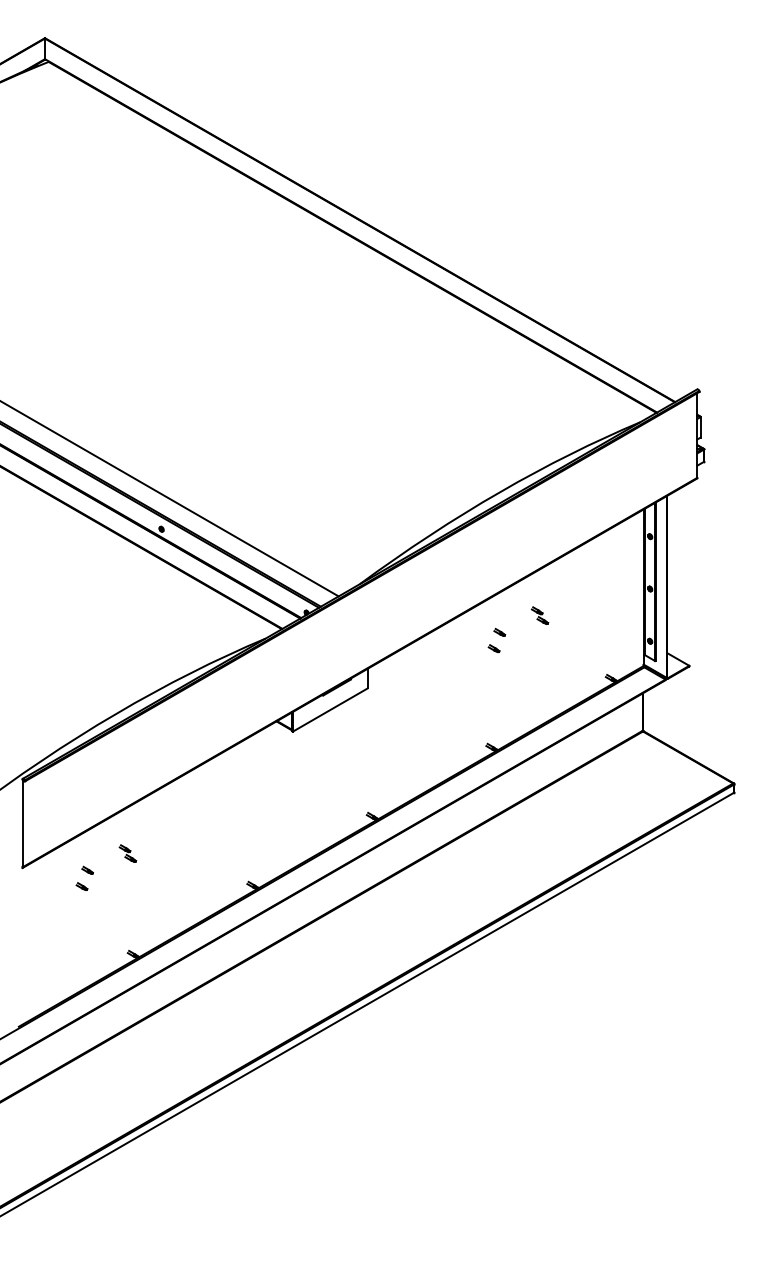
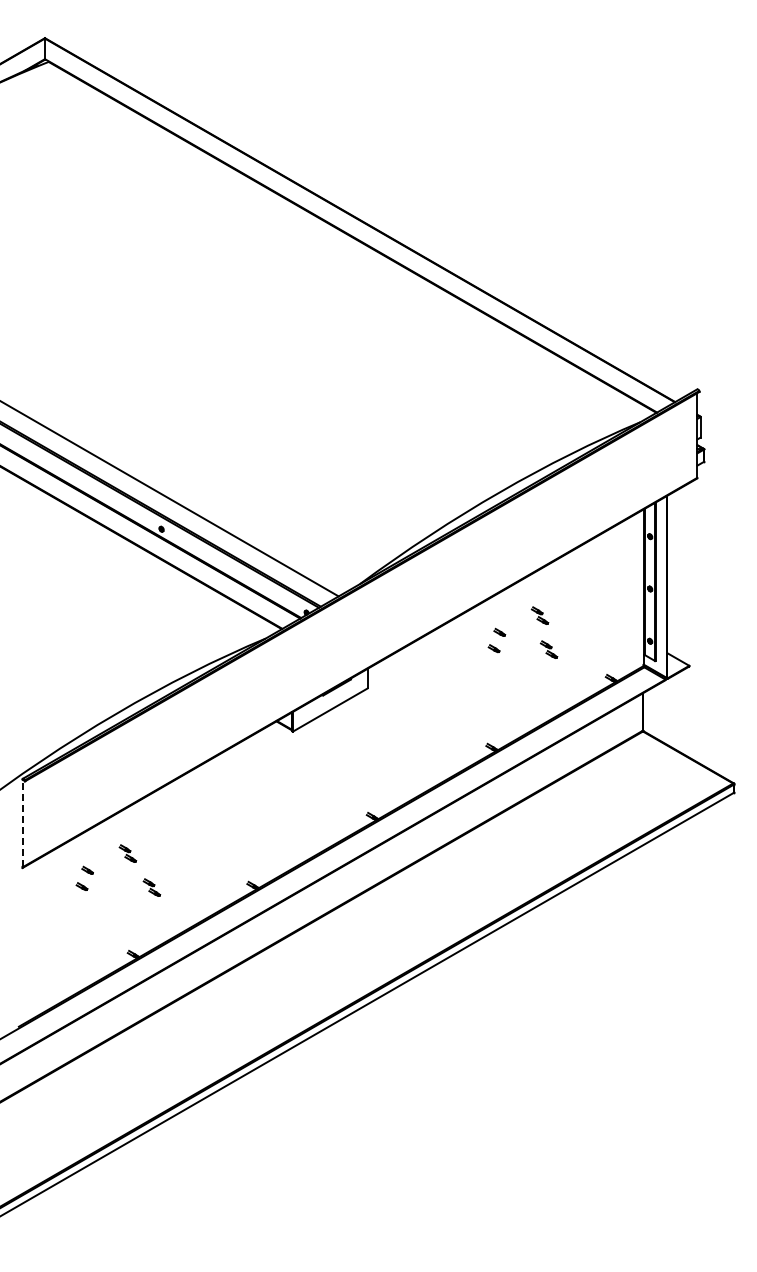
part at (548, 649): none -> present
line at (23, 823): solid -> dashed
part at (151, 887): none -> present
